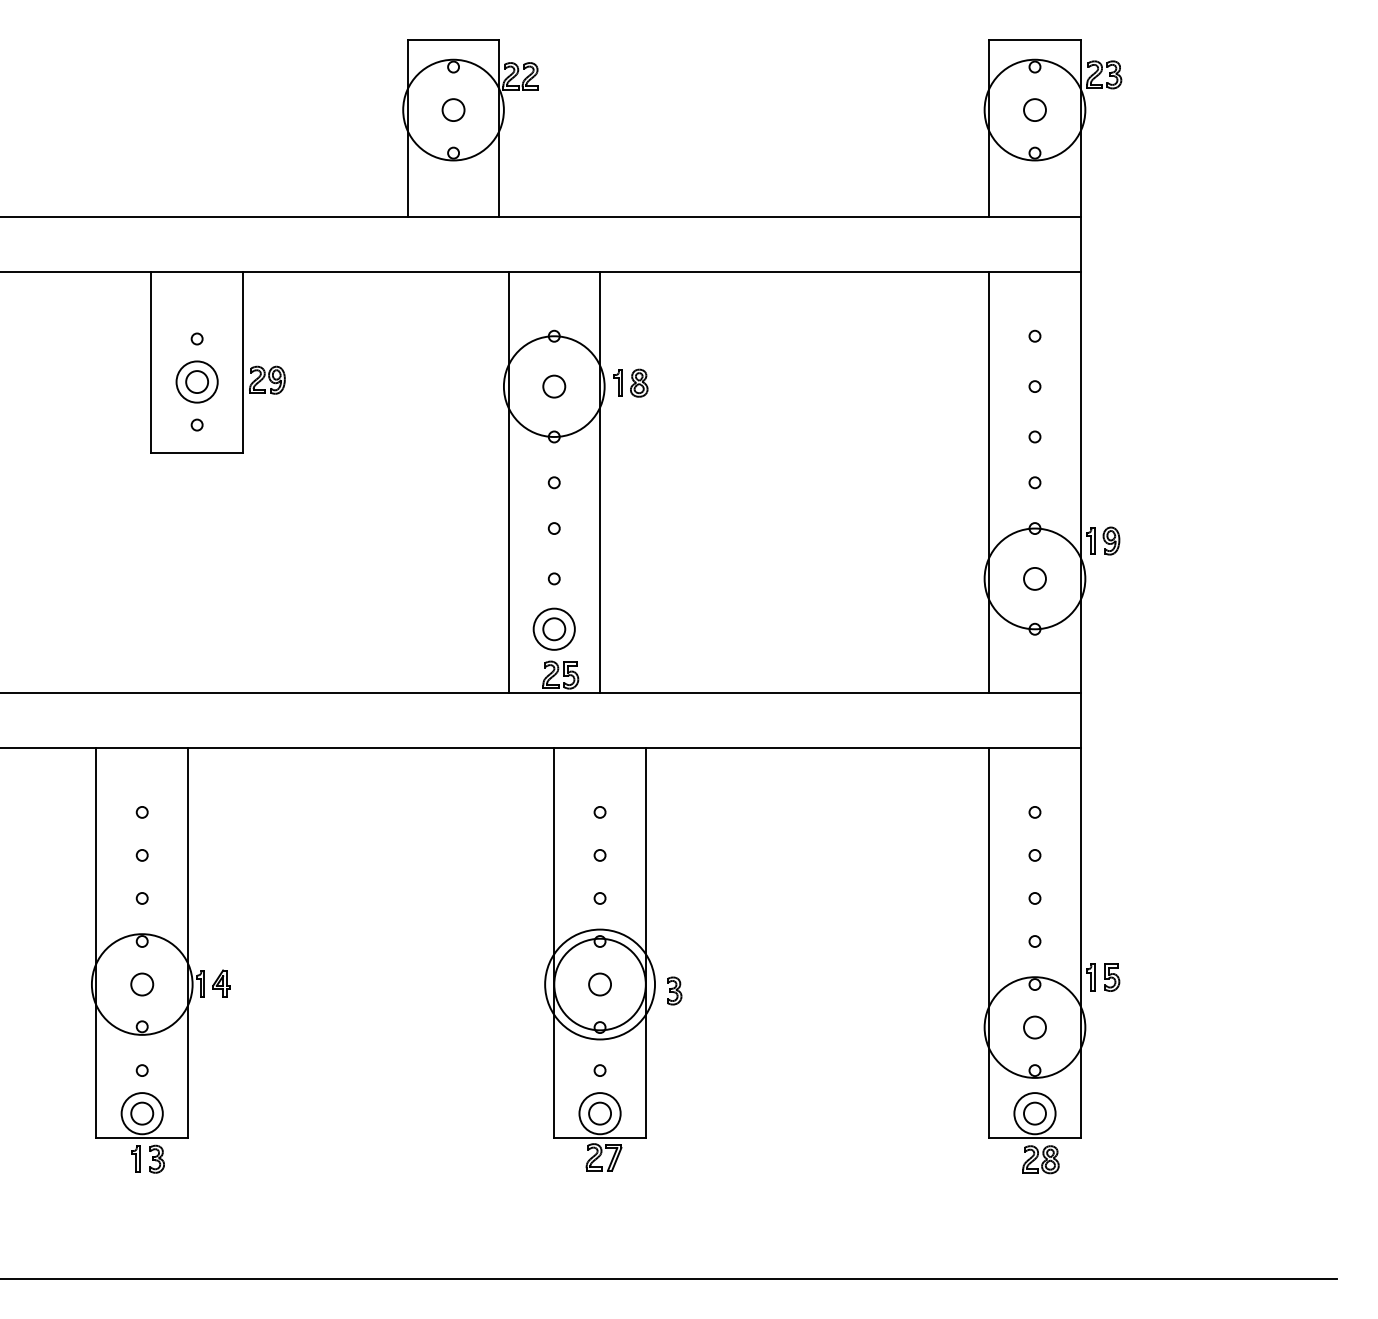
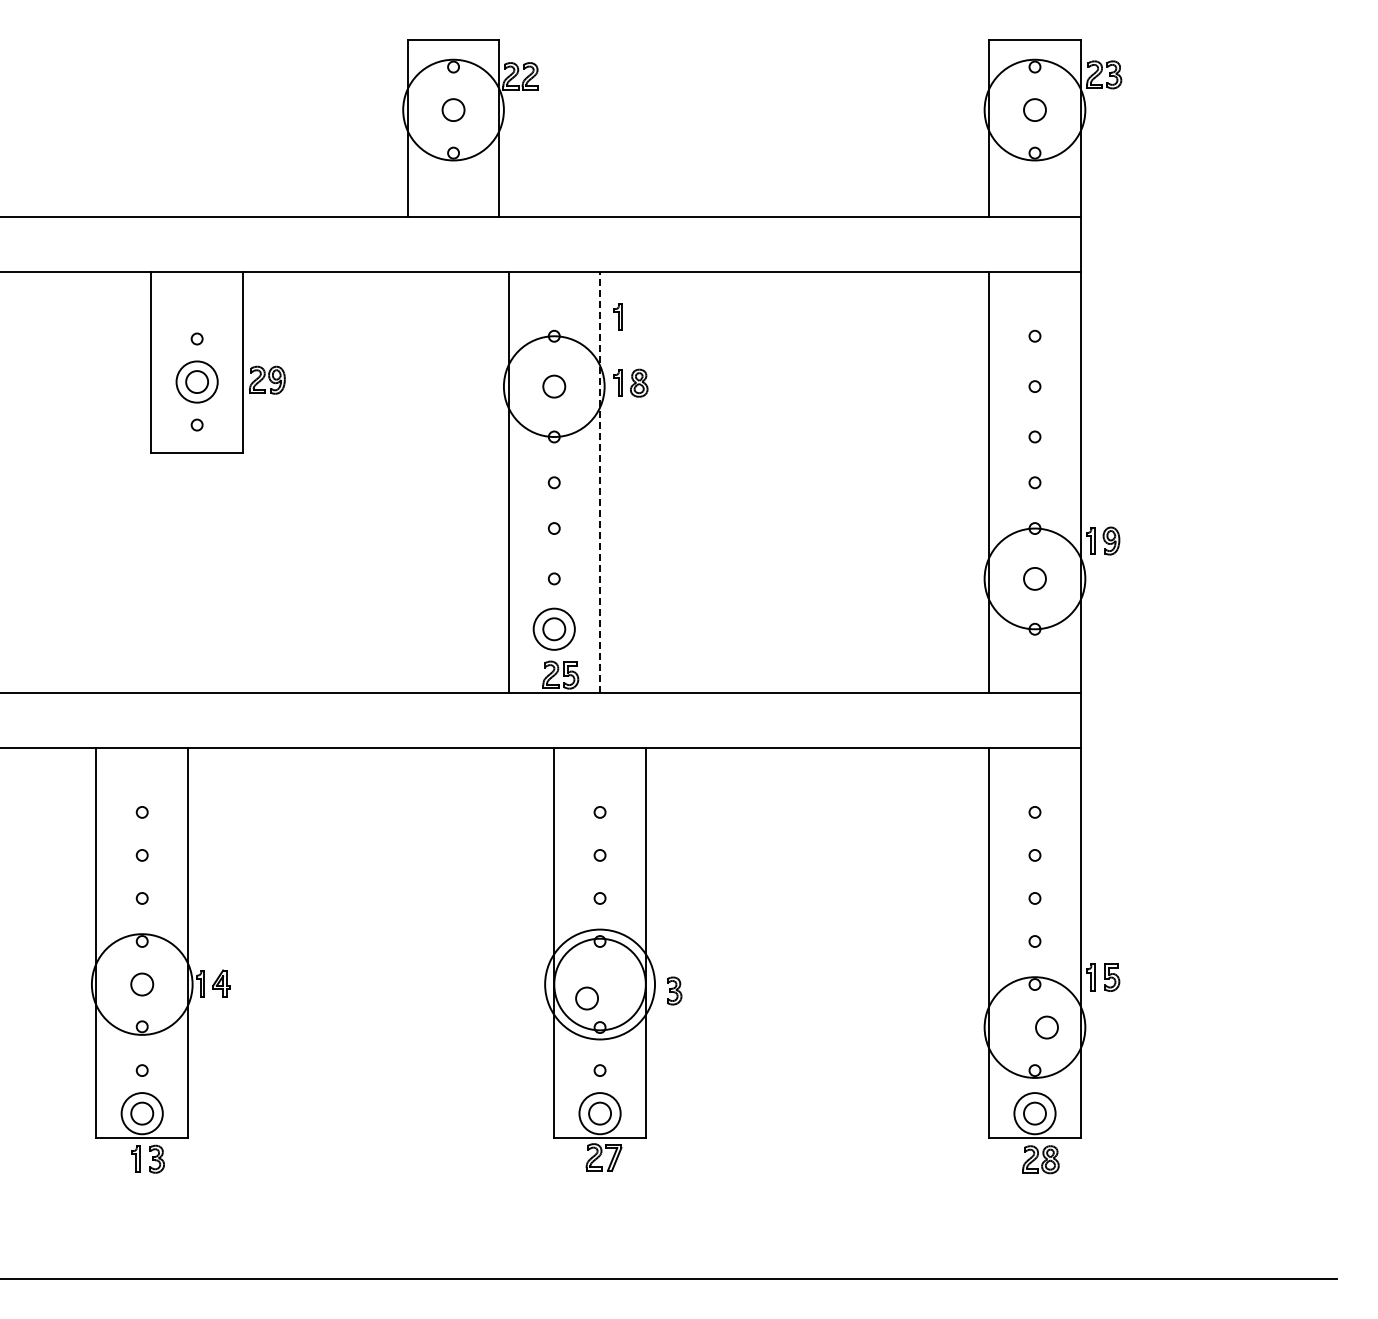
part at (617, 316): none -> present
line at (600, 482): solid -> dashed
circle at (599, 984) position: (599, 984) -> (586, 998)
circle at (1034, 1027) position: (1034, 1027) -> (1046, 1027)
